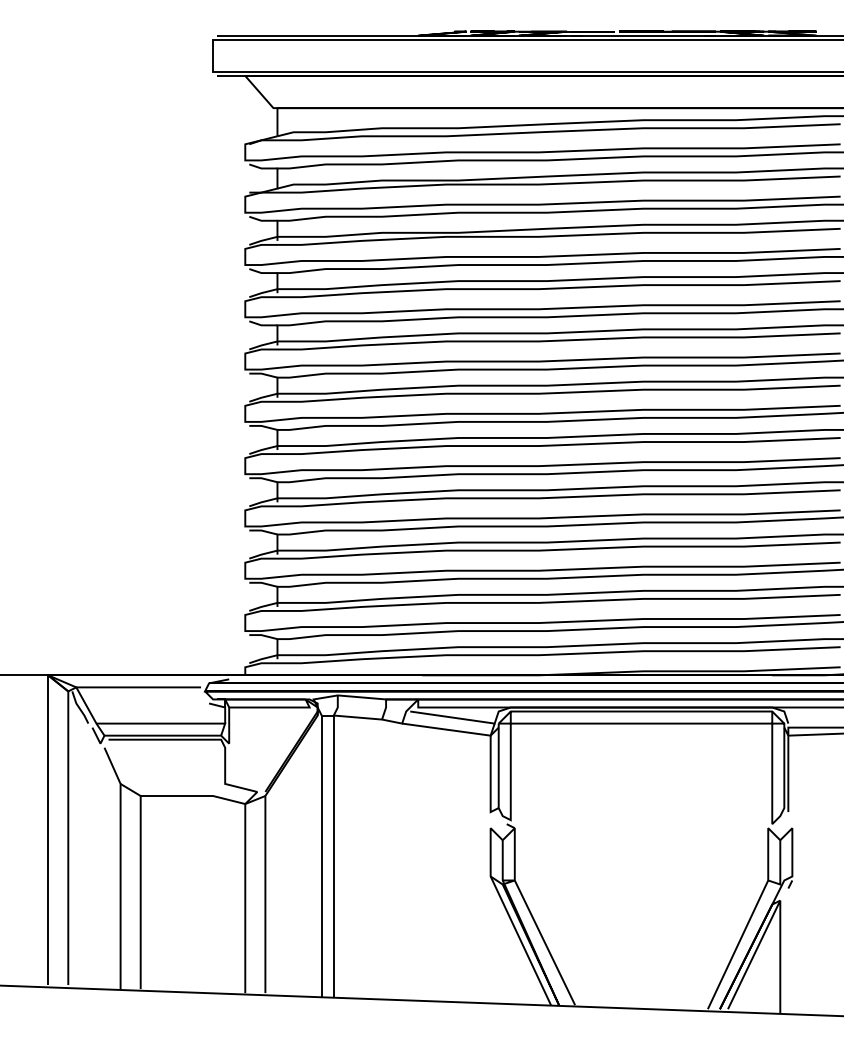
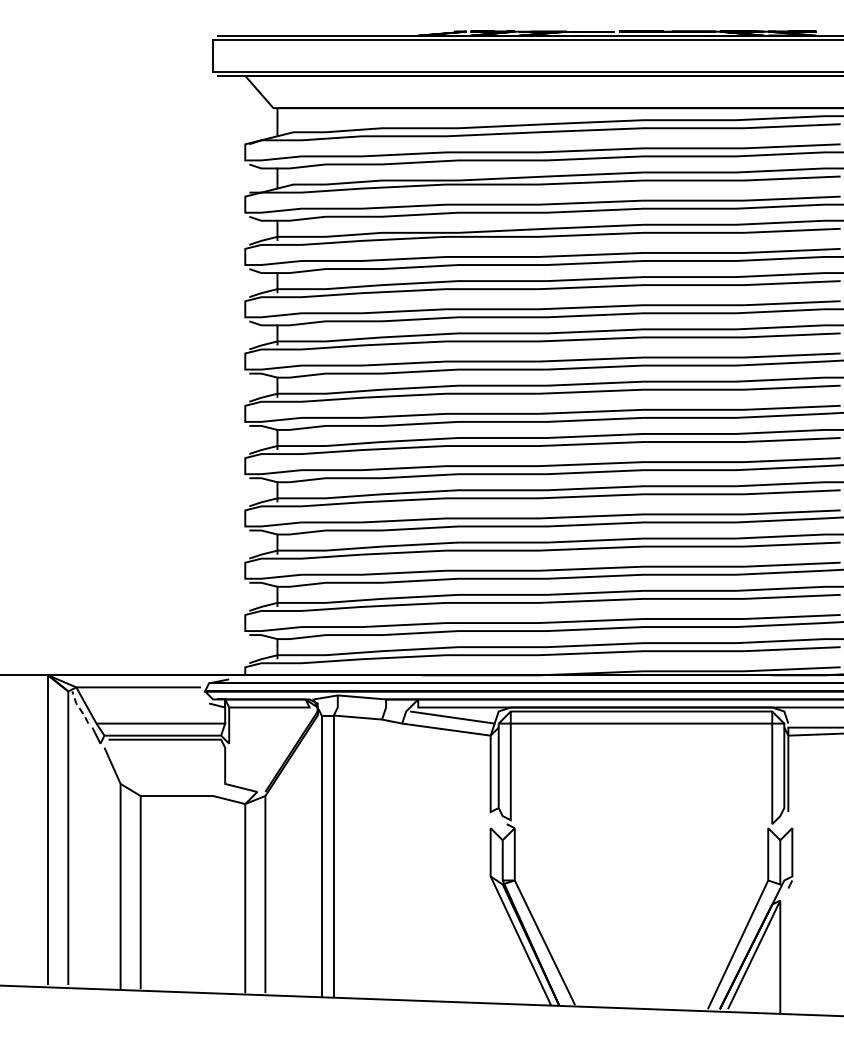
line at (79, 708): solid -> dashed
